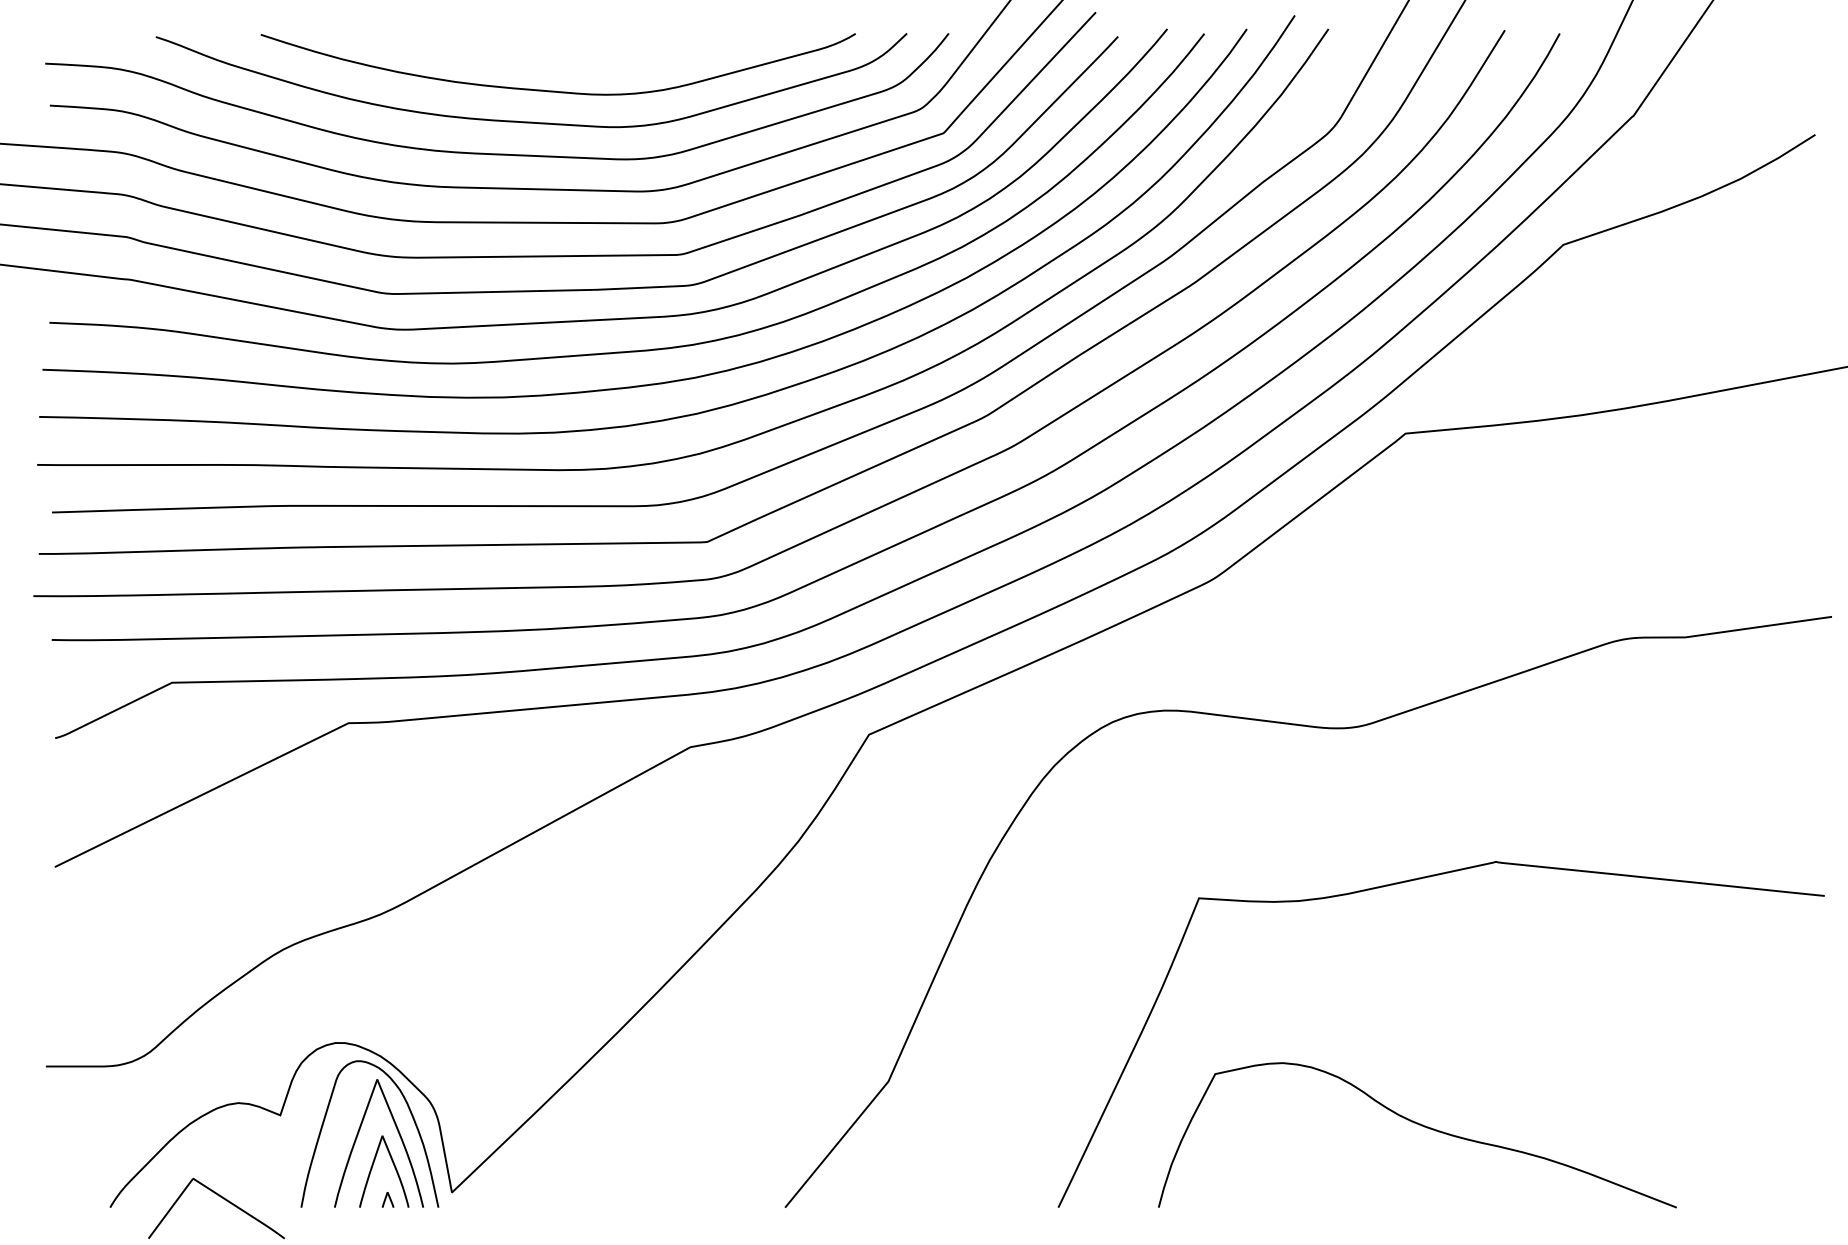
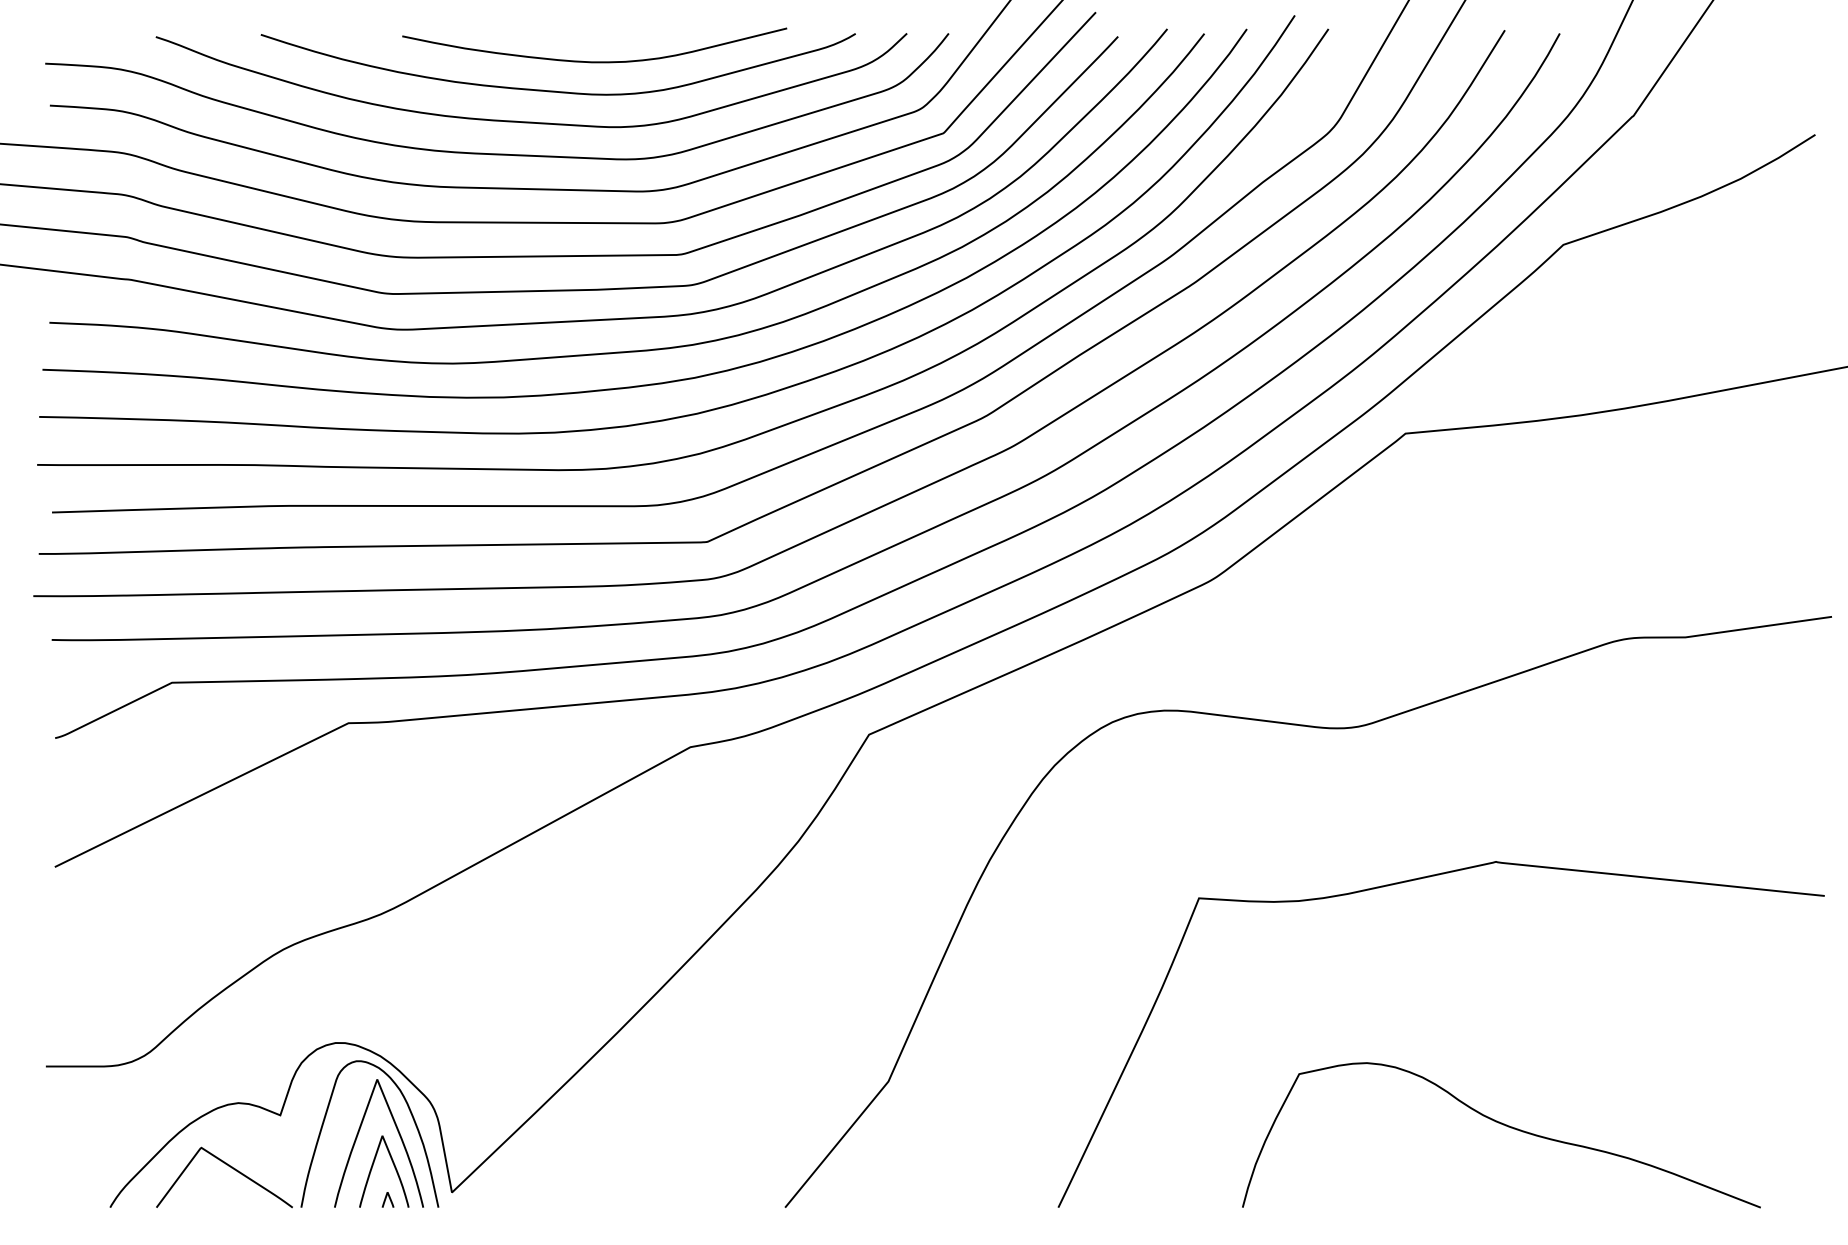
curve at (594, 61): none -> present
curve at (1421, 1126) position: (1421, 1126) -> (1505, 1126)
curve at (223, 1199) position: (223, 1199) -> (231, 1168)
